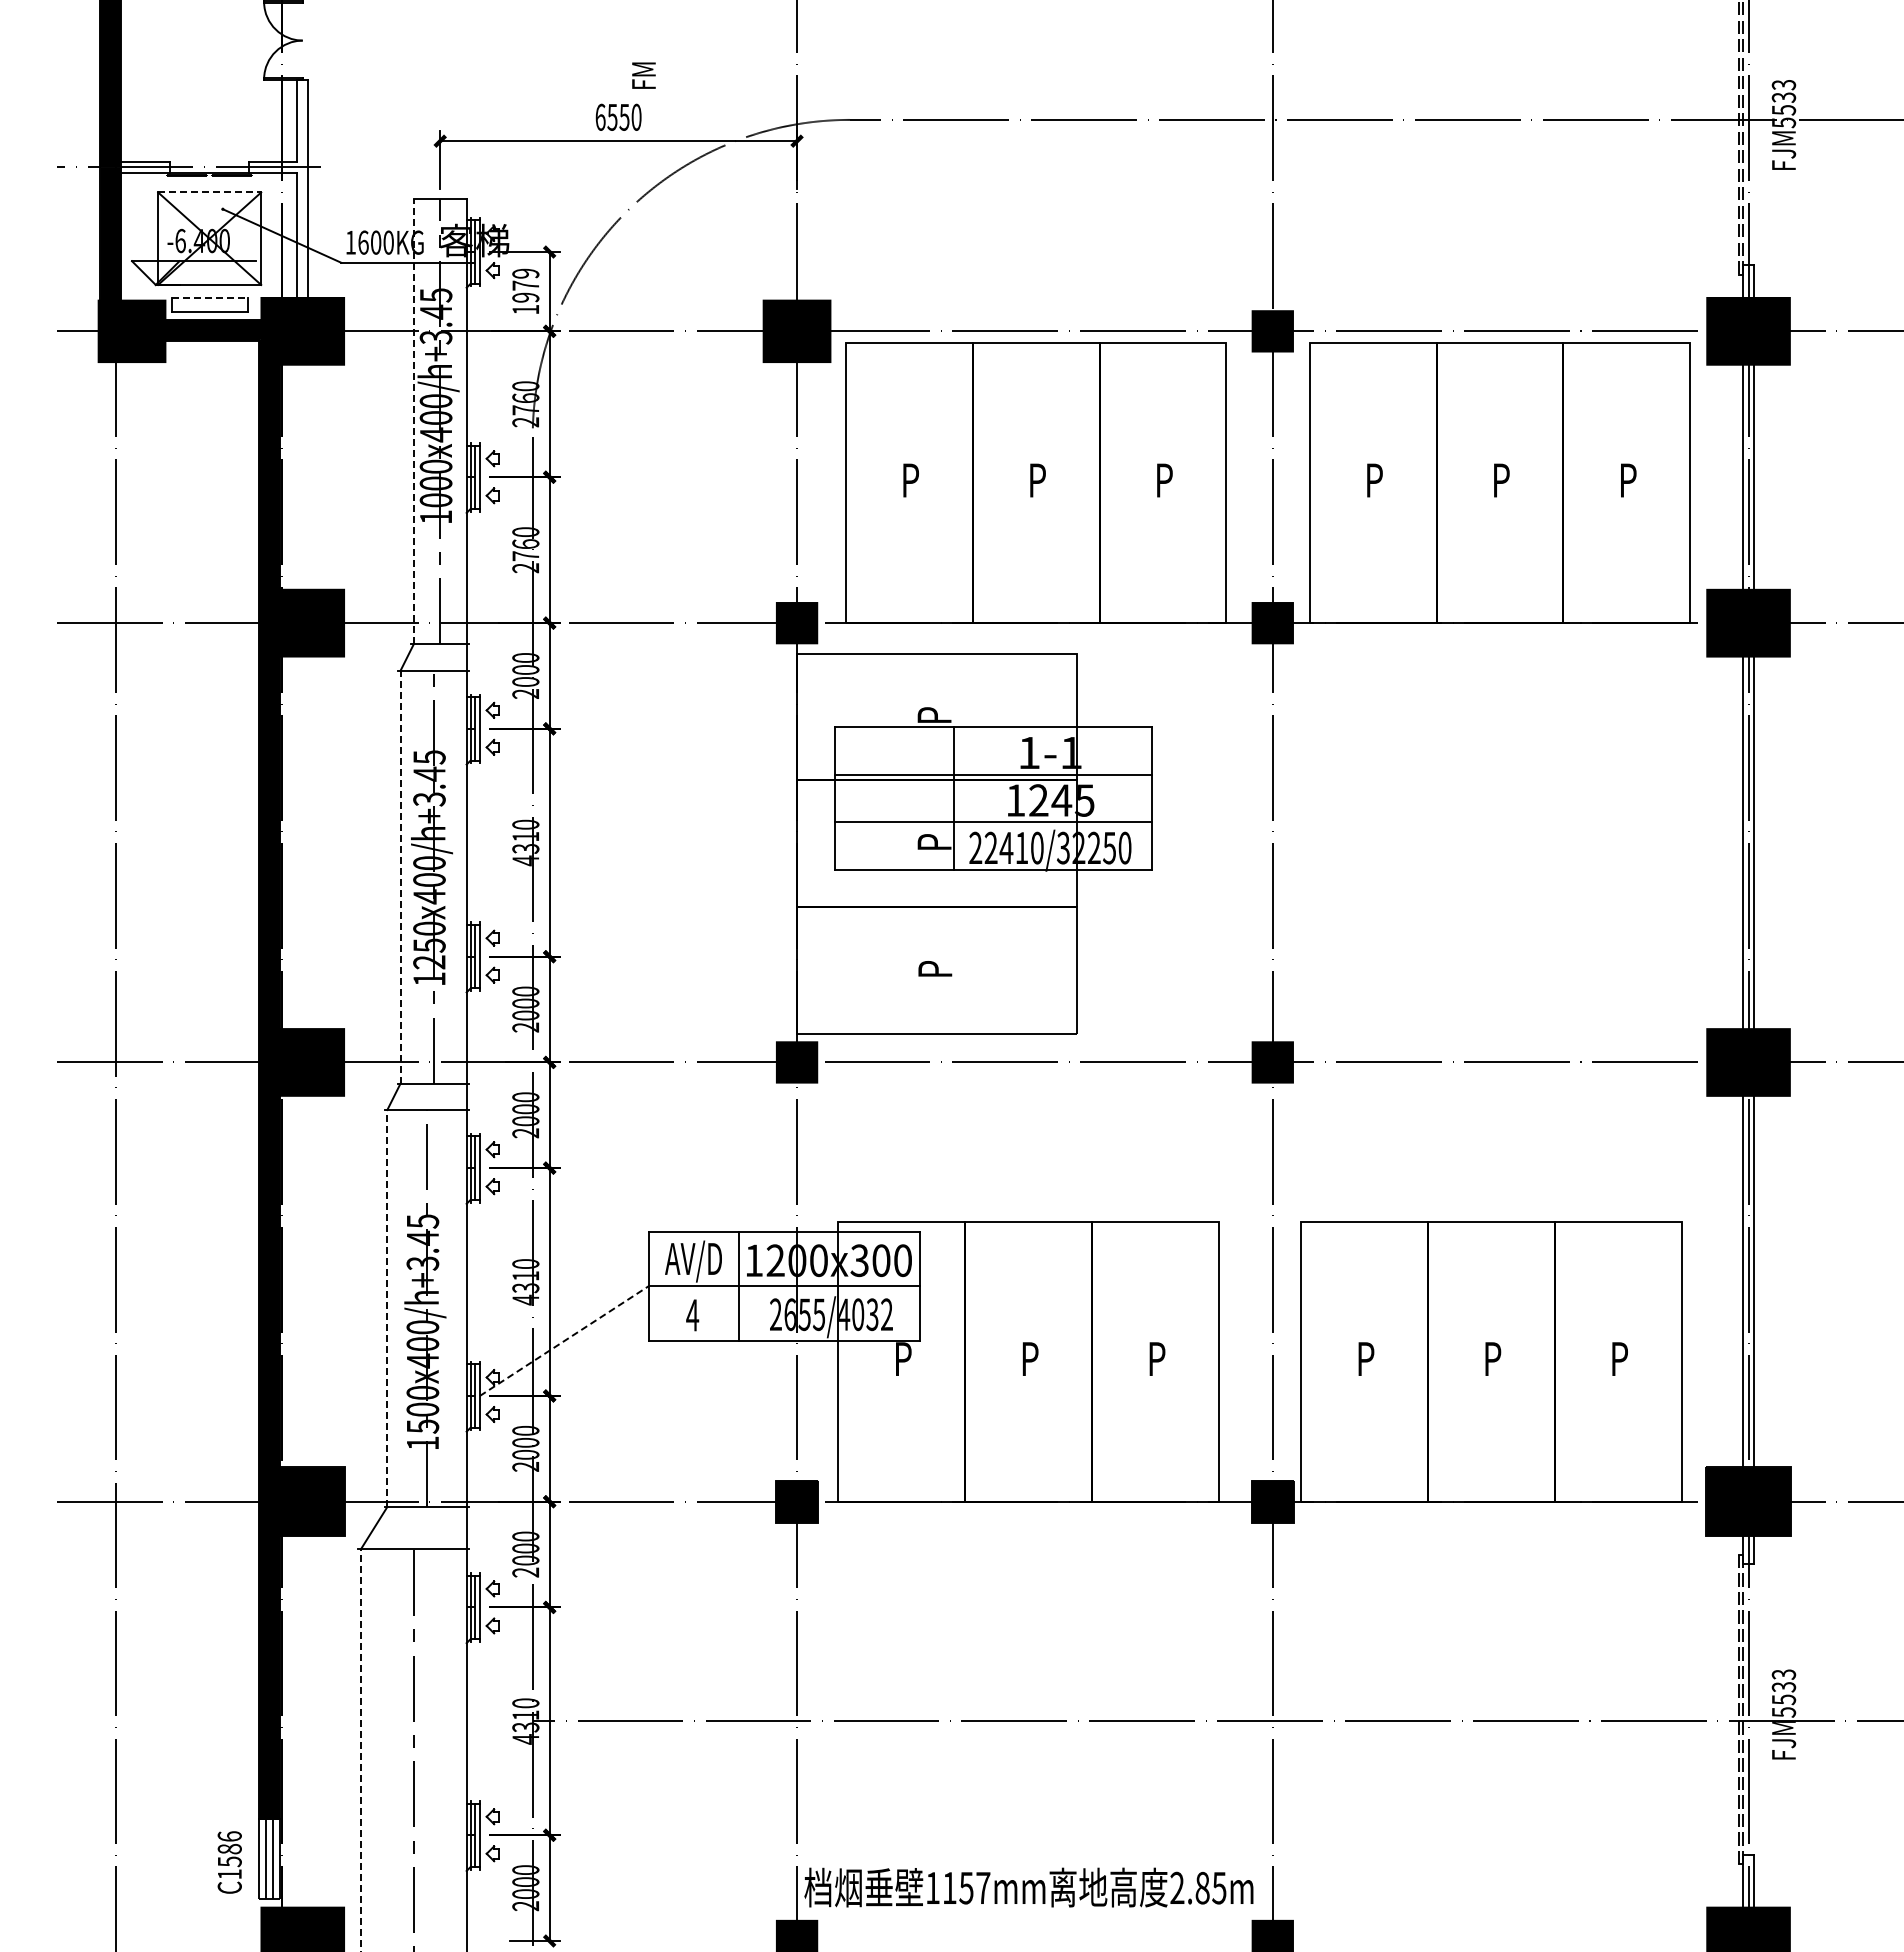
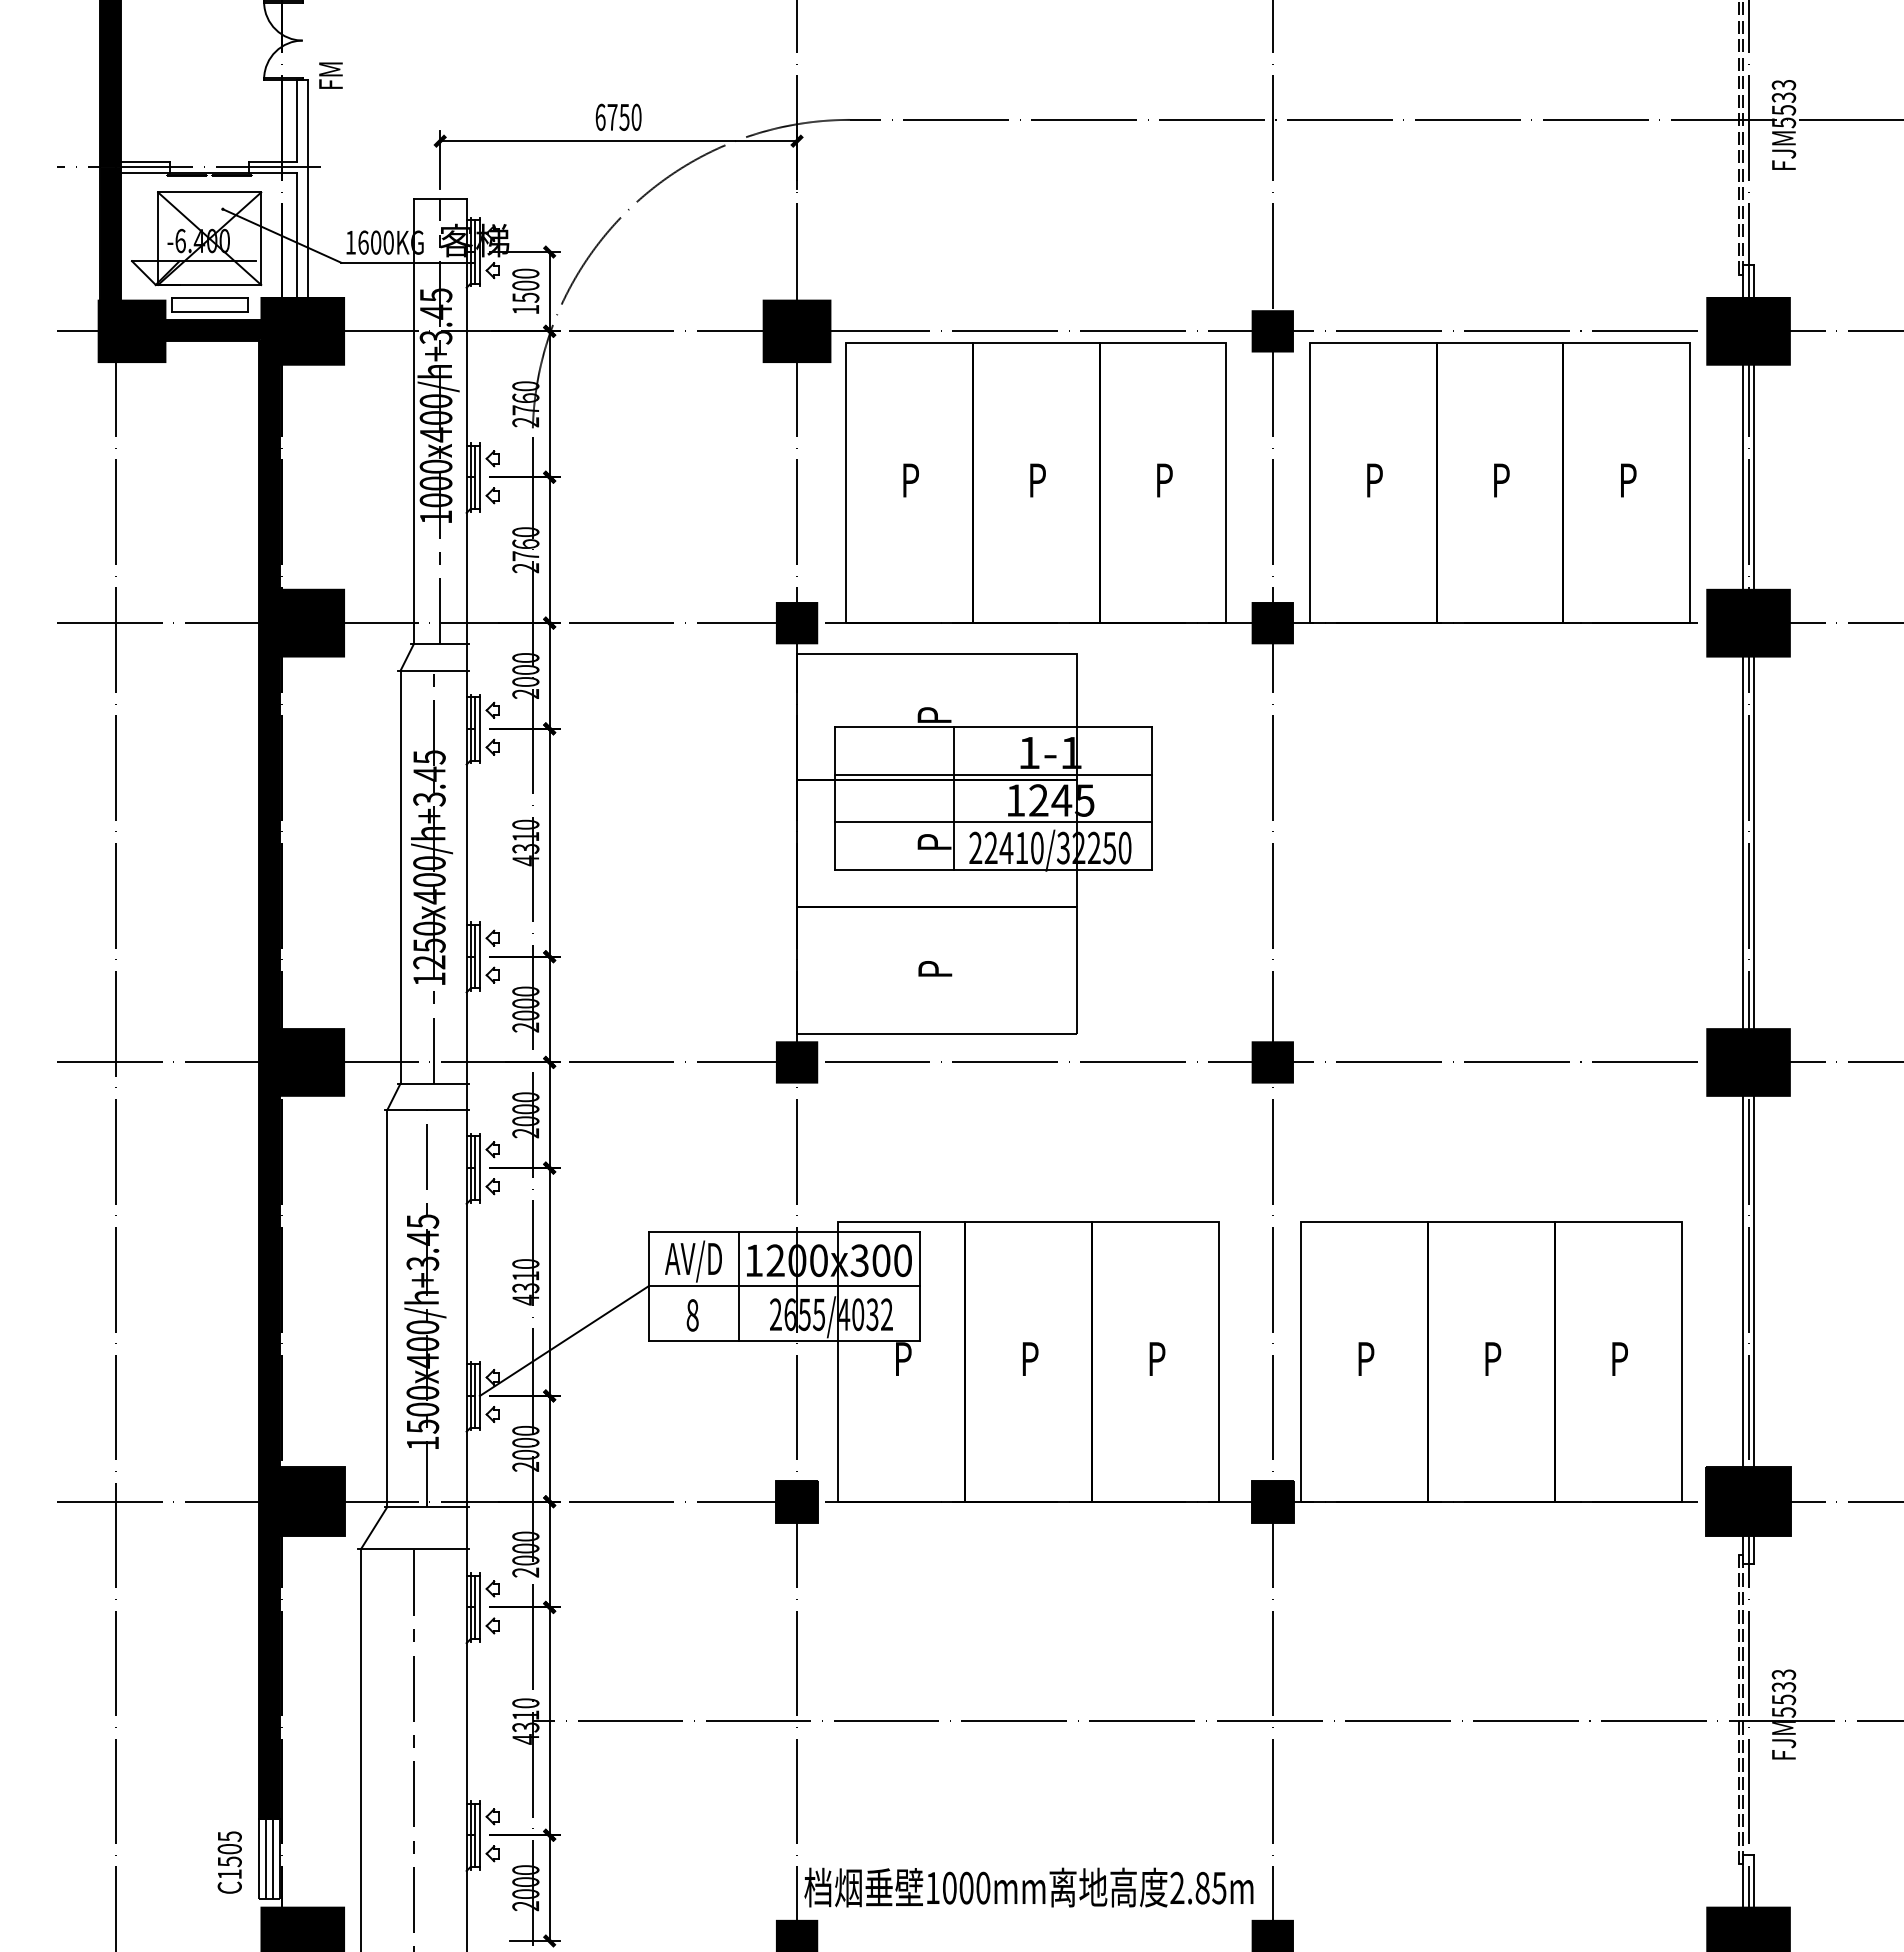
text at (643, 75) position: (643, 75) -> (330, 75)
text at (612, 117): 6550 -> 6750
line at (209, 192): dashed -> solid
text at (525, 285): 1979 -> 1500
line at (210, 298): dashed -> solid
line at (413, 421): dashed -> solid
line at (400, 876): dashed -> solid
line at (387, 1308): dashed -> solid
text at (692, 1315): 4 -> 8
line at (564, 1341): dashed -> solid
line at (360, 1750): dashed -> solid
text at (229, 1842): C1586 -> C1505
text at (966, 1887): 1157mm -> 1000mm
